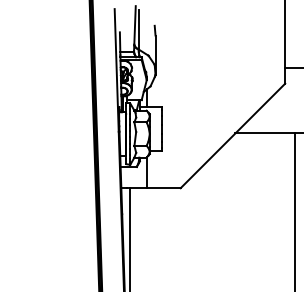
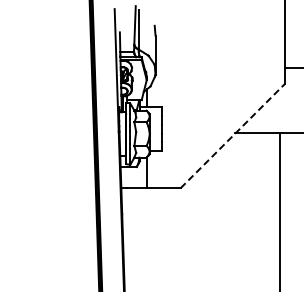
line at (232, 135): solid -> dashed
line at (295, 210) position: (295, 210) -> (280, 210)
line at (130, 238): present -> none
